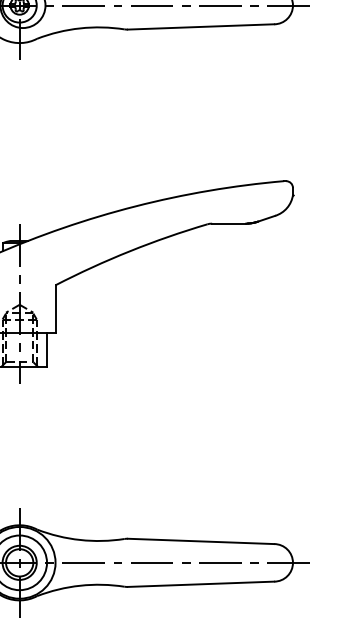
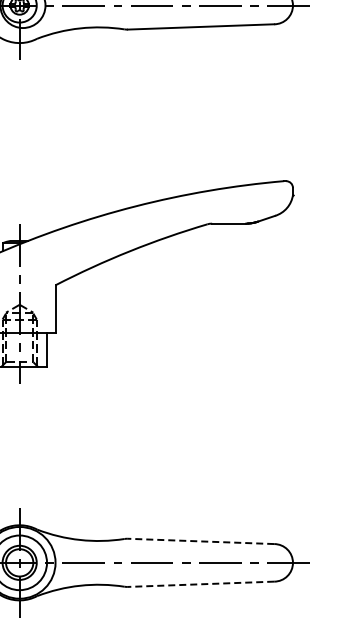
line at (200, 541): solid -> dashed
line at (200, 584): solid -> dashed
